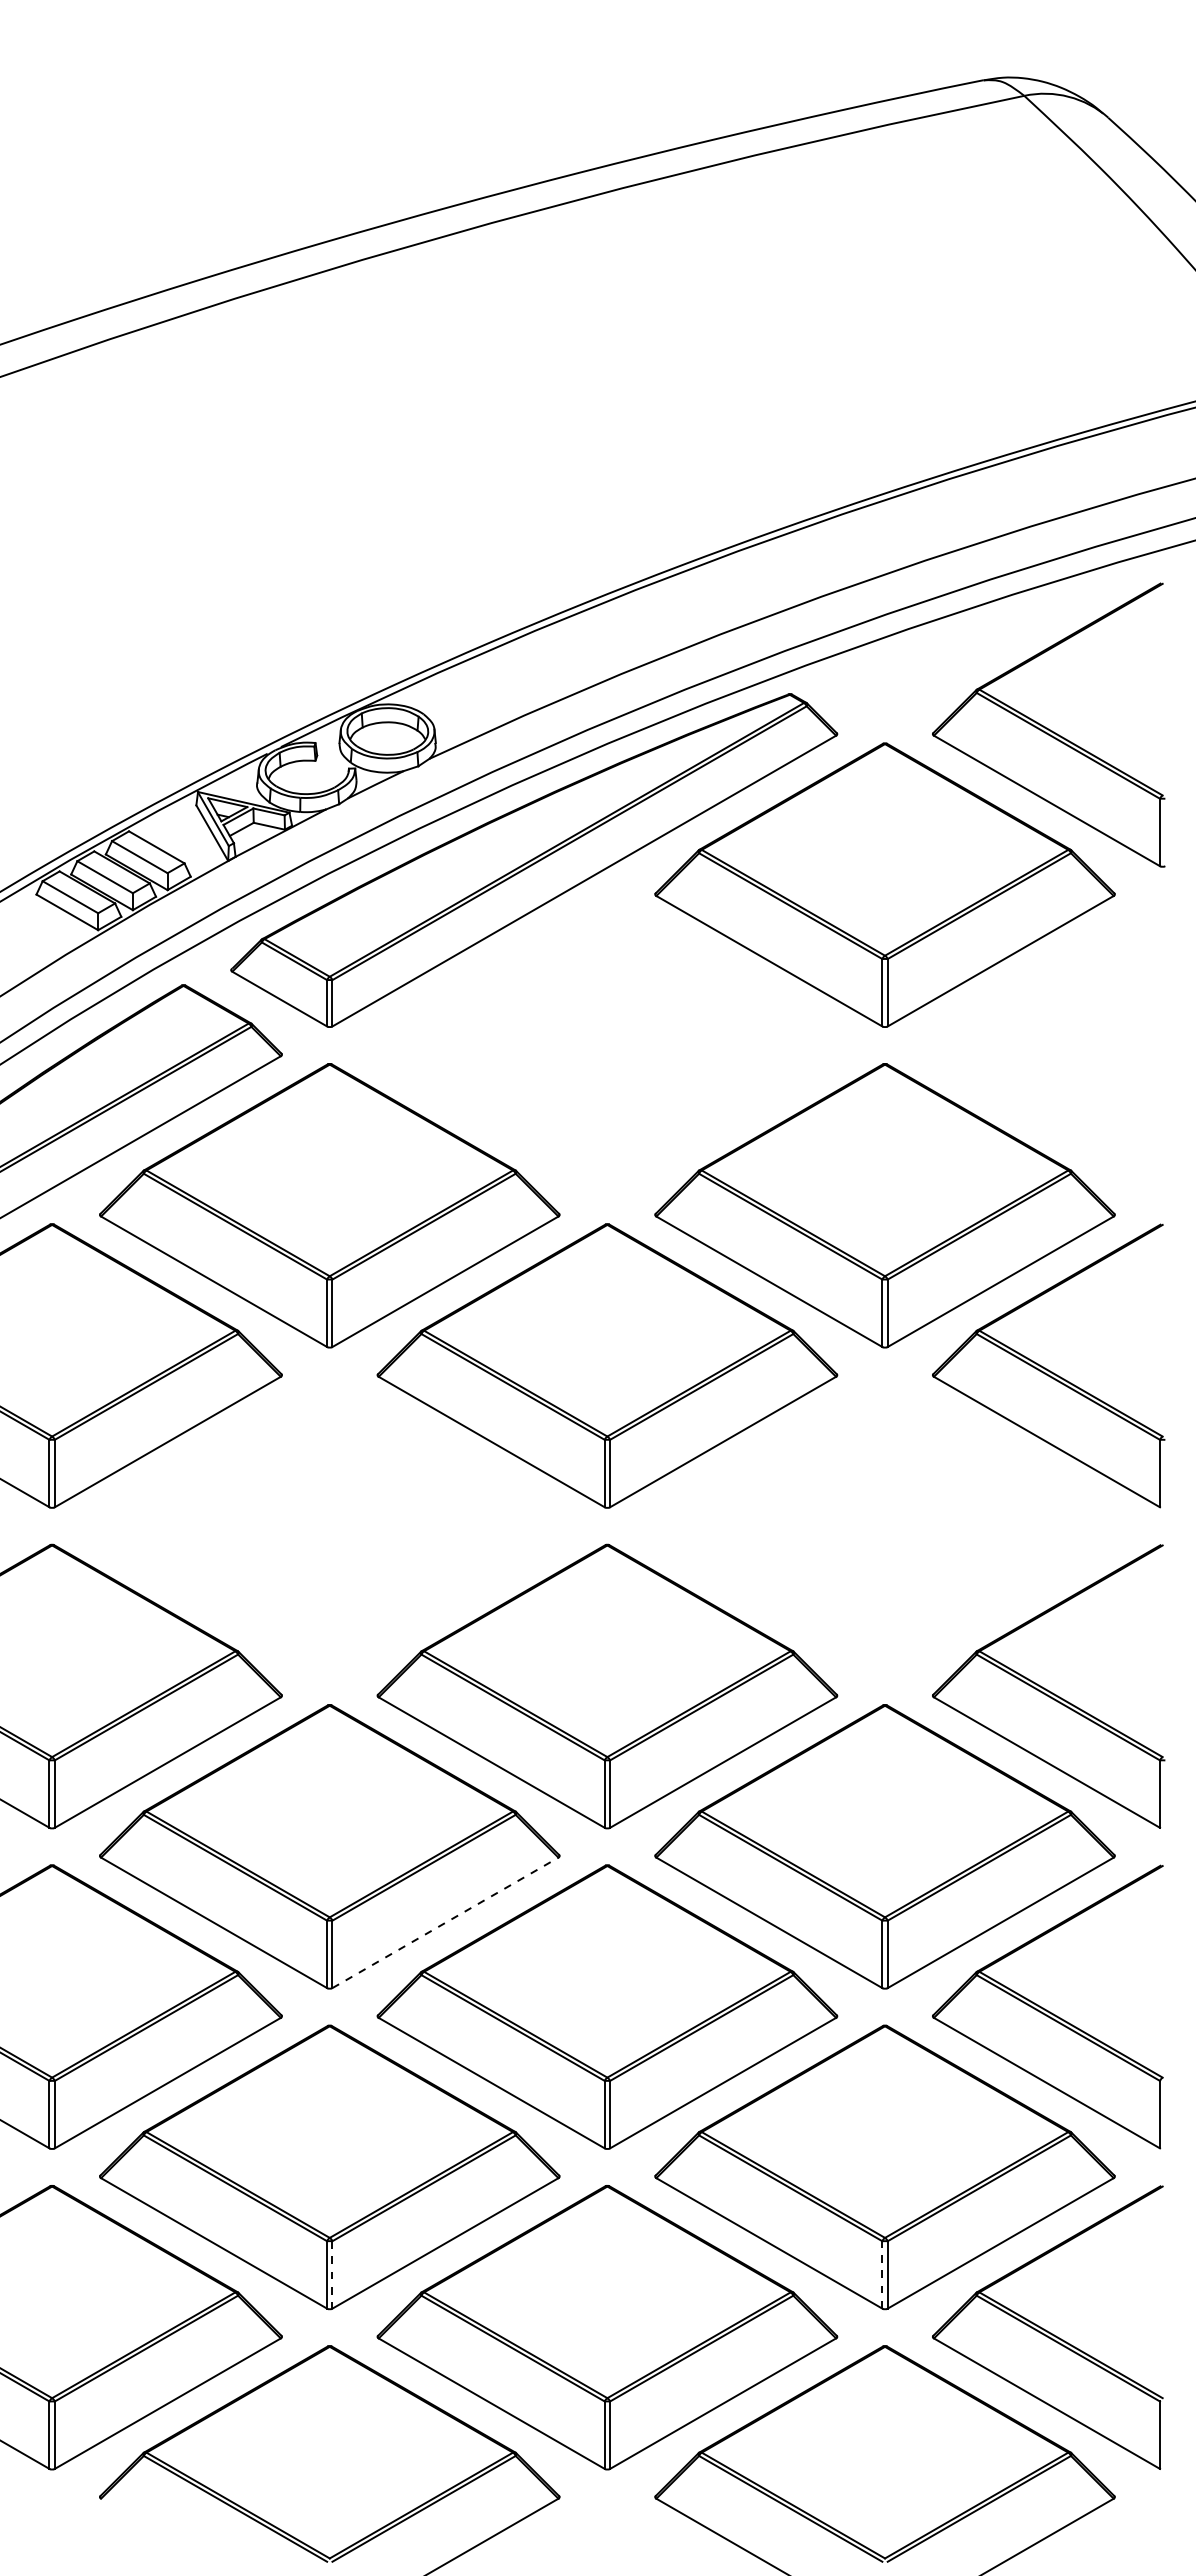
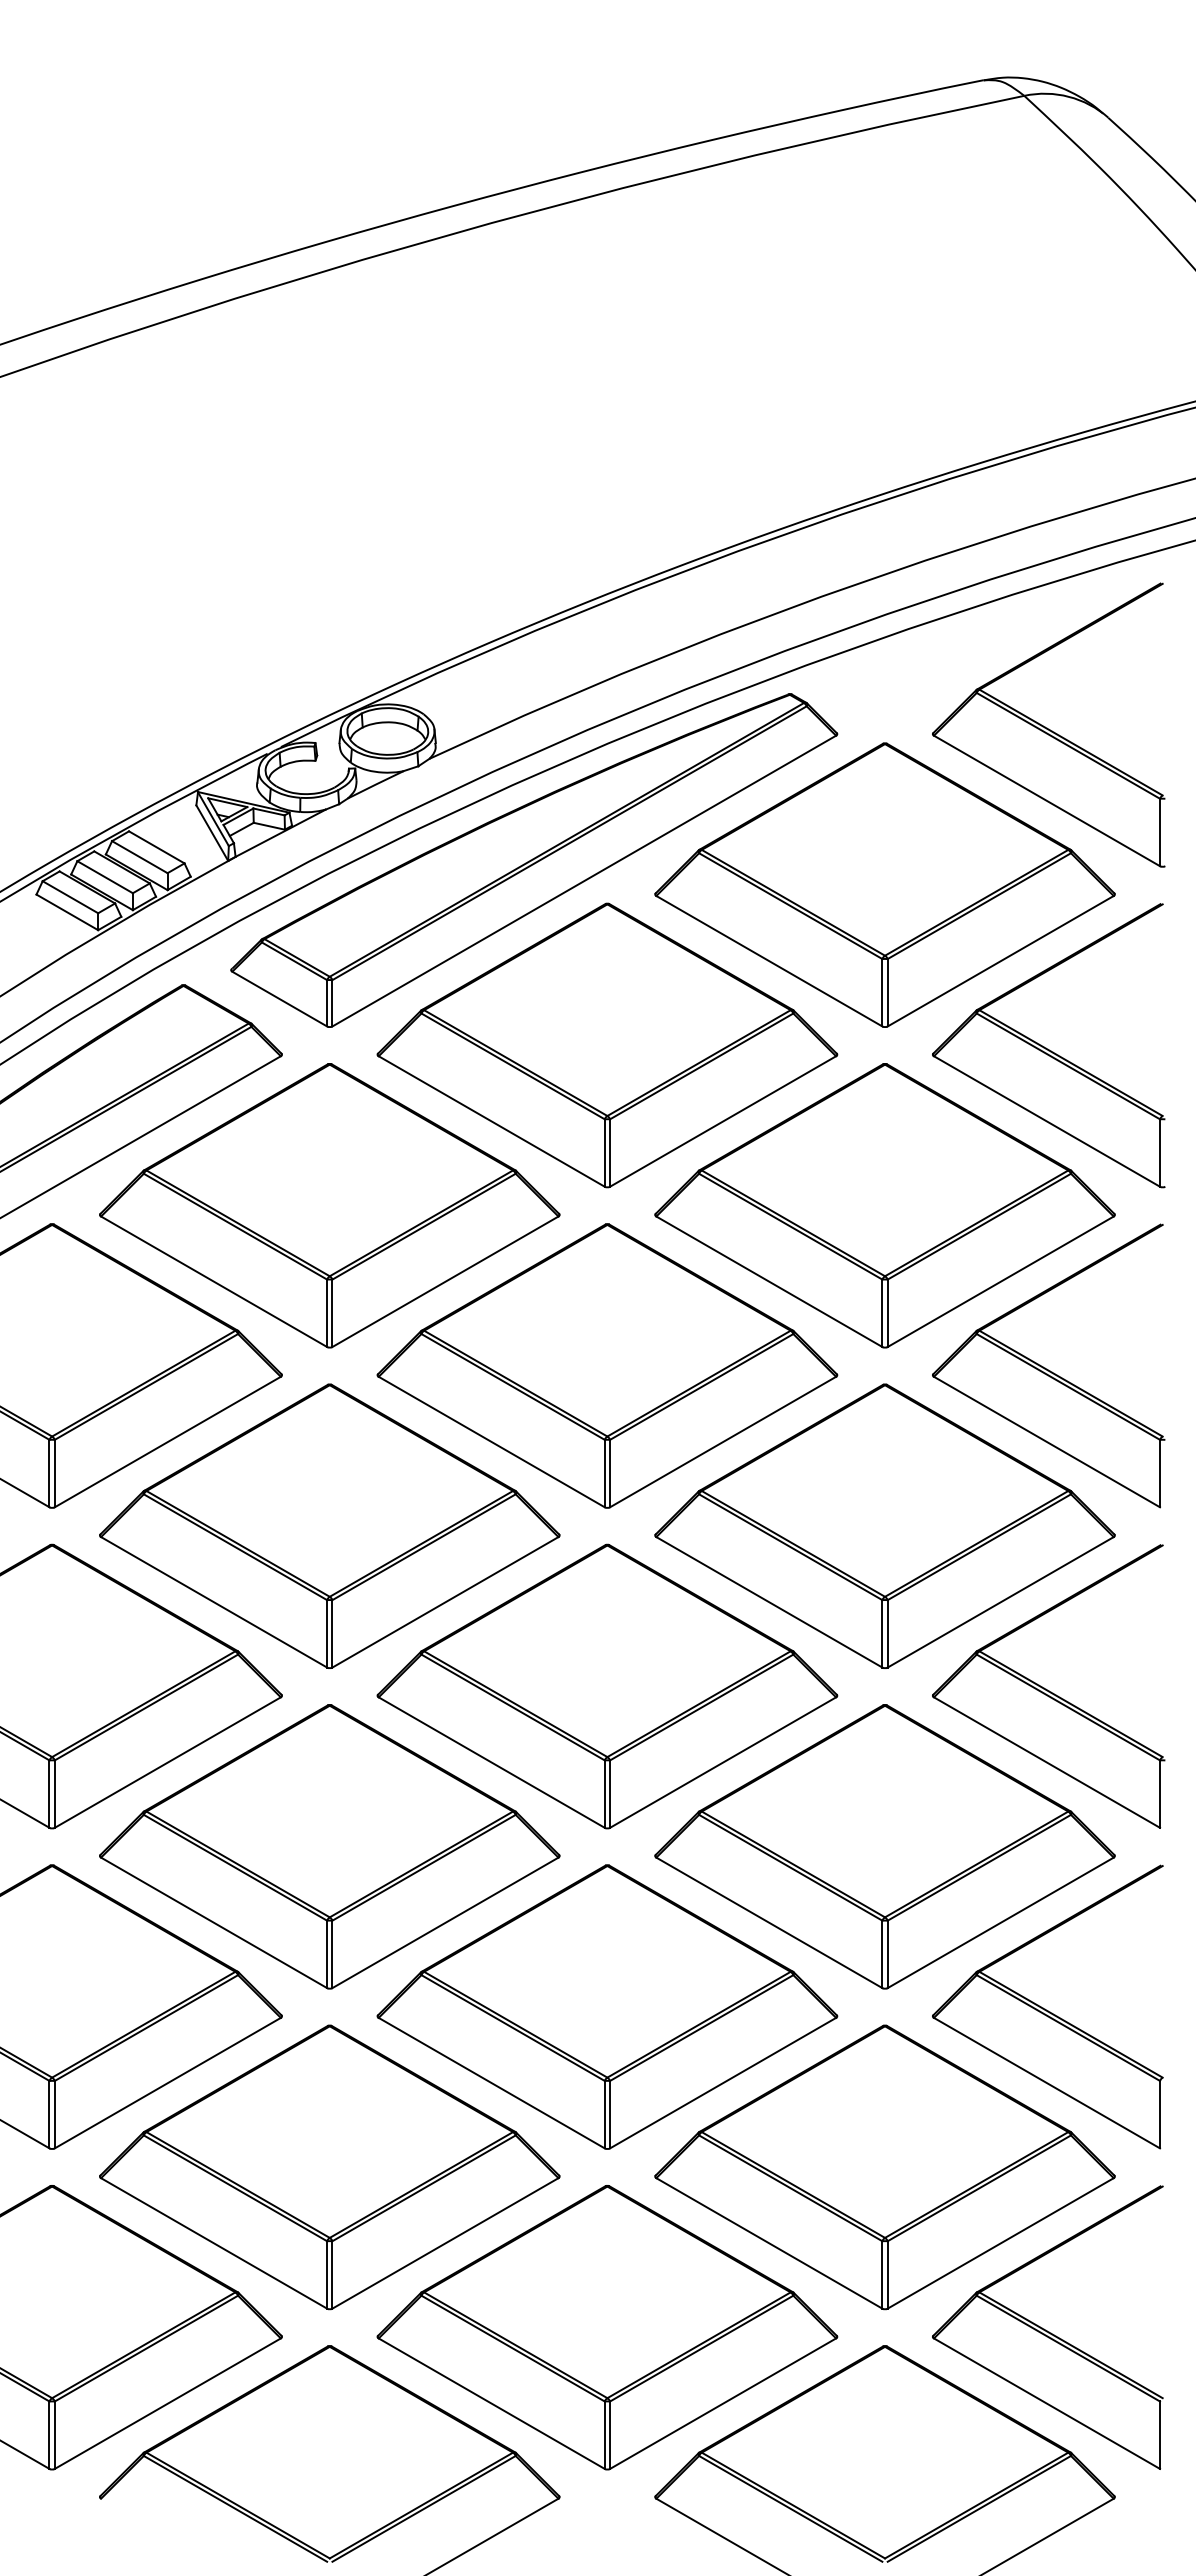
part at (607, 1045): none -> present
part at (1048, 1045): none -> present
part at (329, 1525): none -> present
part at (884, 1525): none -> present
line at (445, 1922): dashed -> solid
line at (332, 2274): dashed -> solid
line at (882, 2274): dashed -> solid
